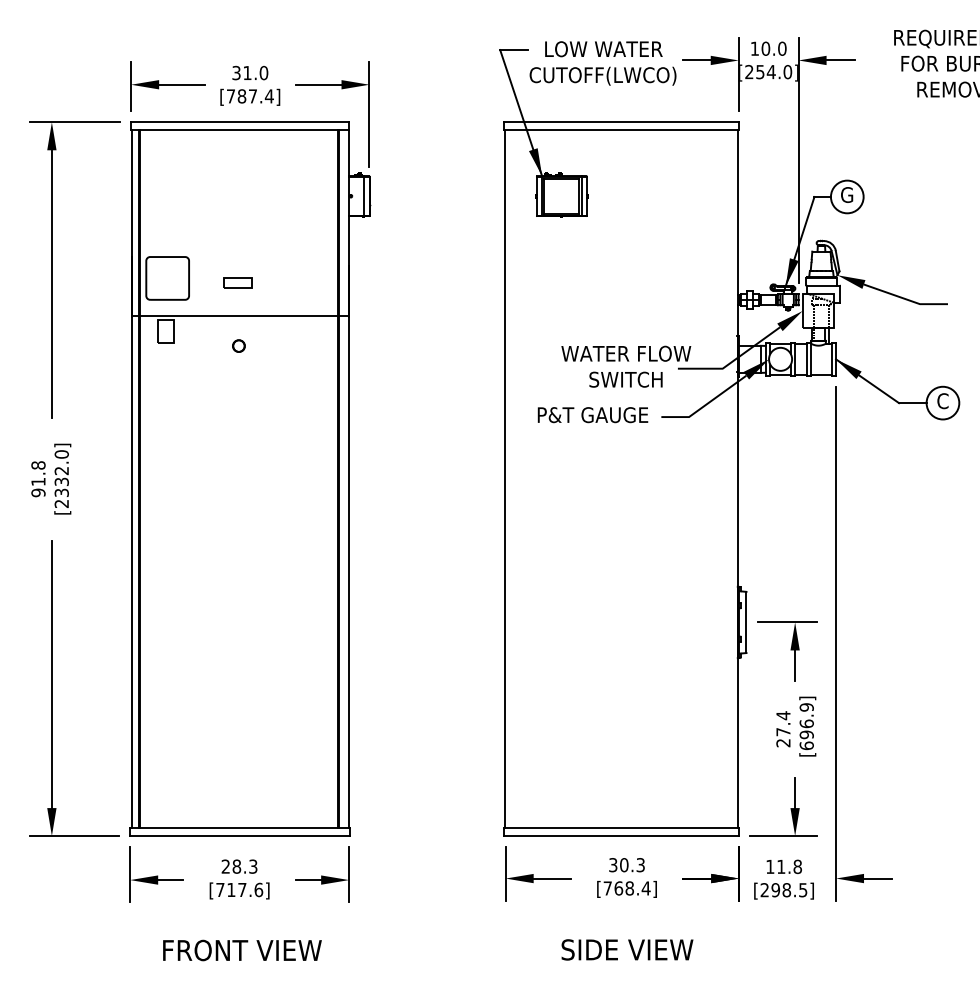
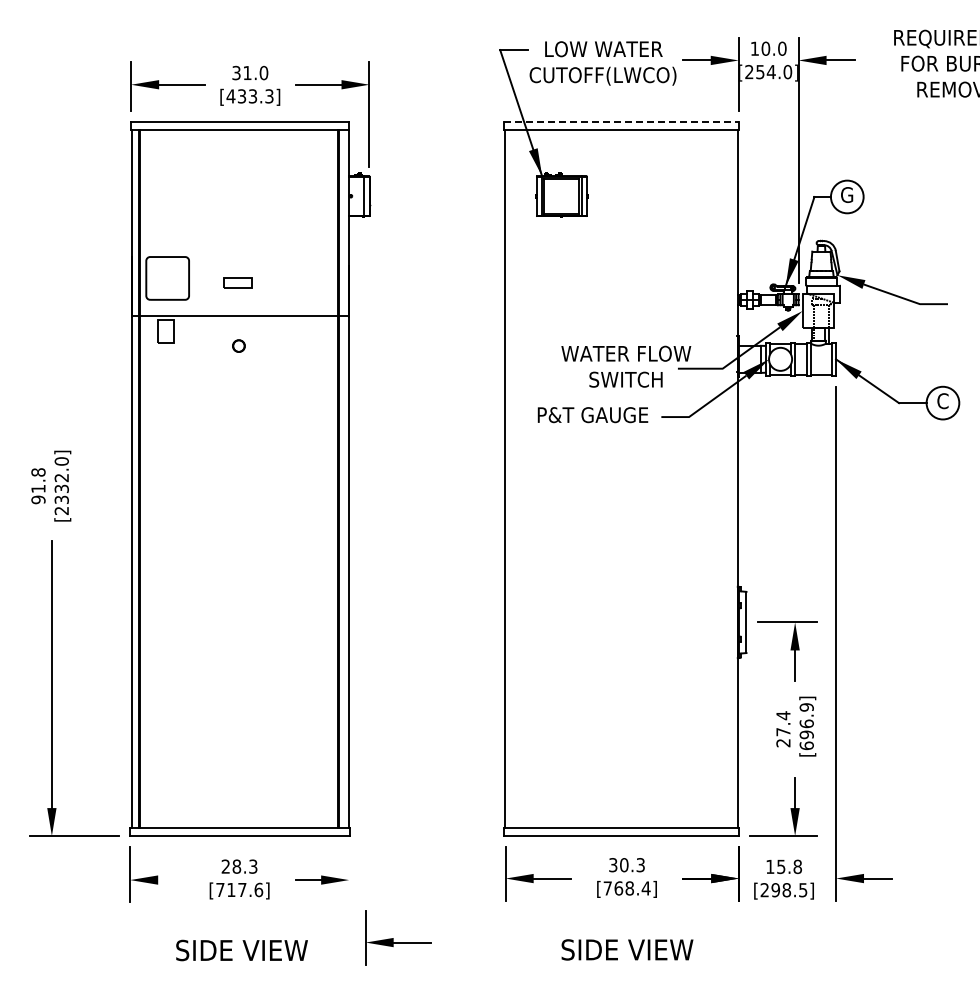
text at (249, 96): [787.4] -> [433.3]
line at (621, 122): solid -> dashed
part at (52, 269): present -> none
text at (51, 478) position: (51, 478) -> (51, 485)
text at (781, 866): 11.8 -> 15.8
line at (349, 874): present -> none
line at (170, 880): present -> none
part at (398, 937): none -> present
text at (242, 950): FRONT VIEW -> SIDE VIEW
